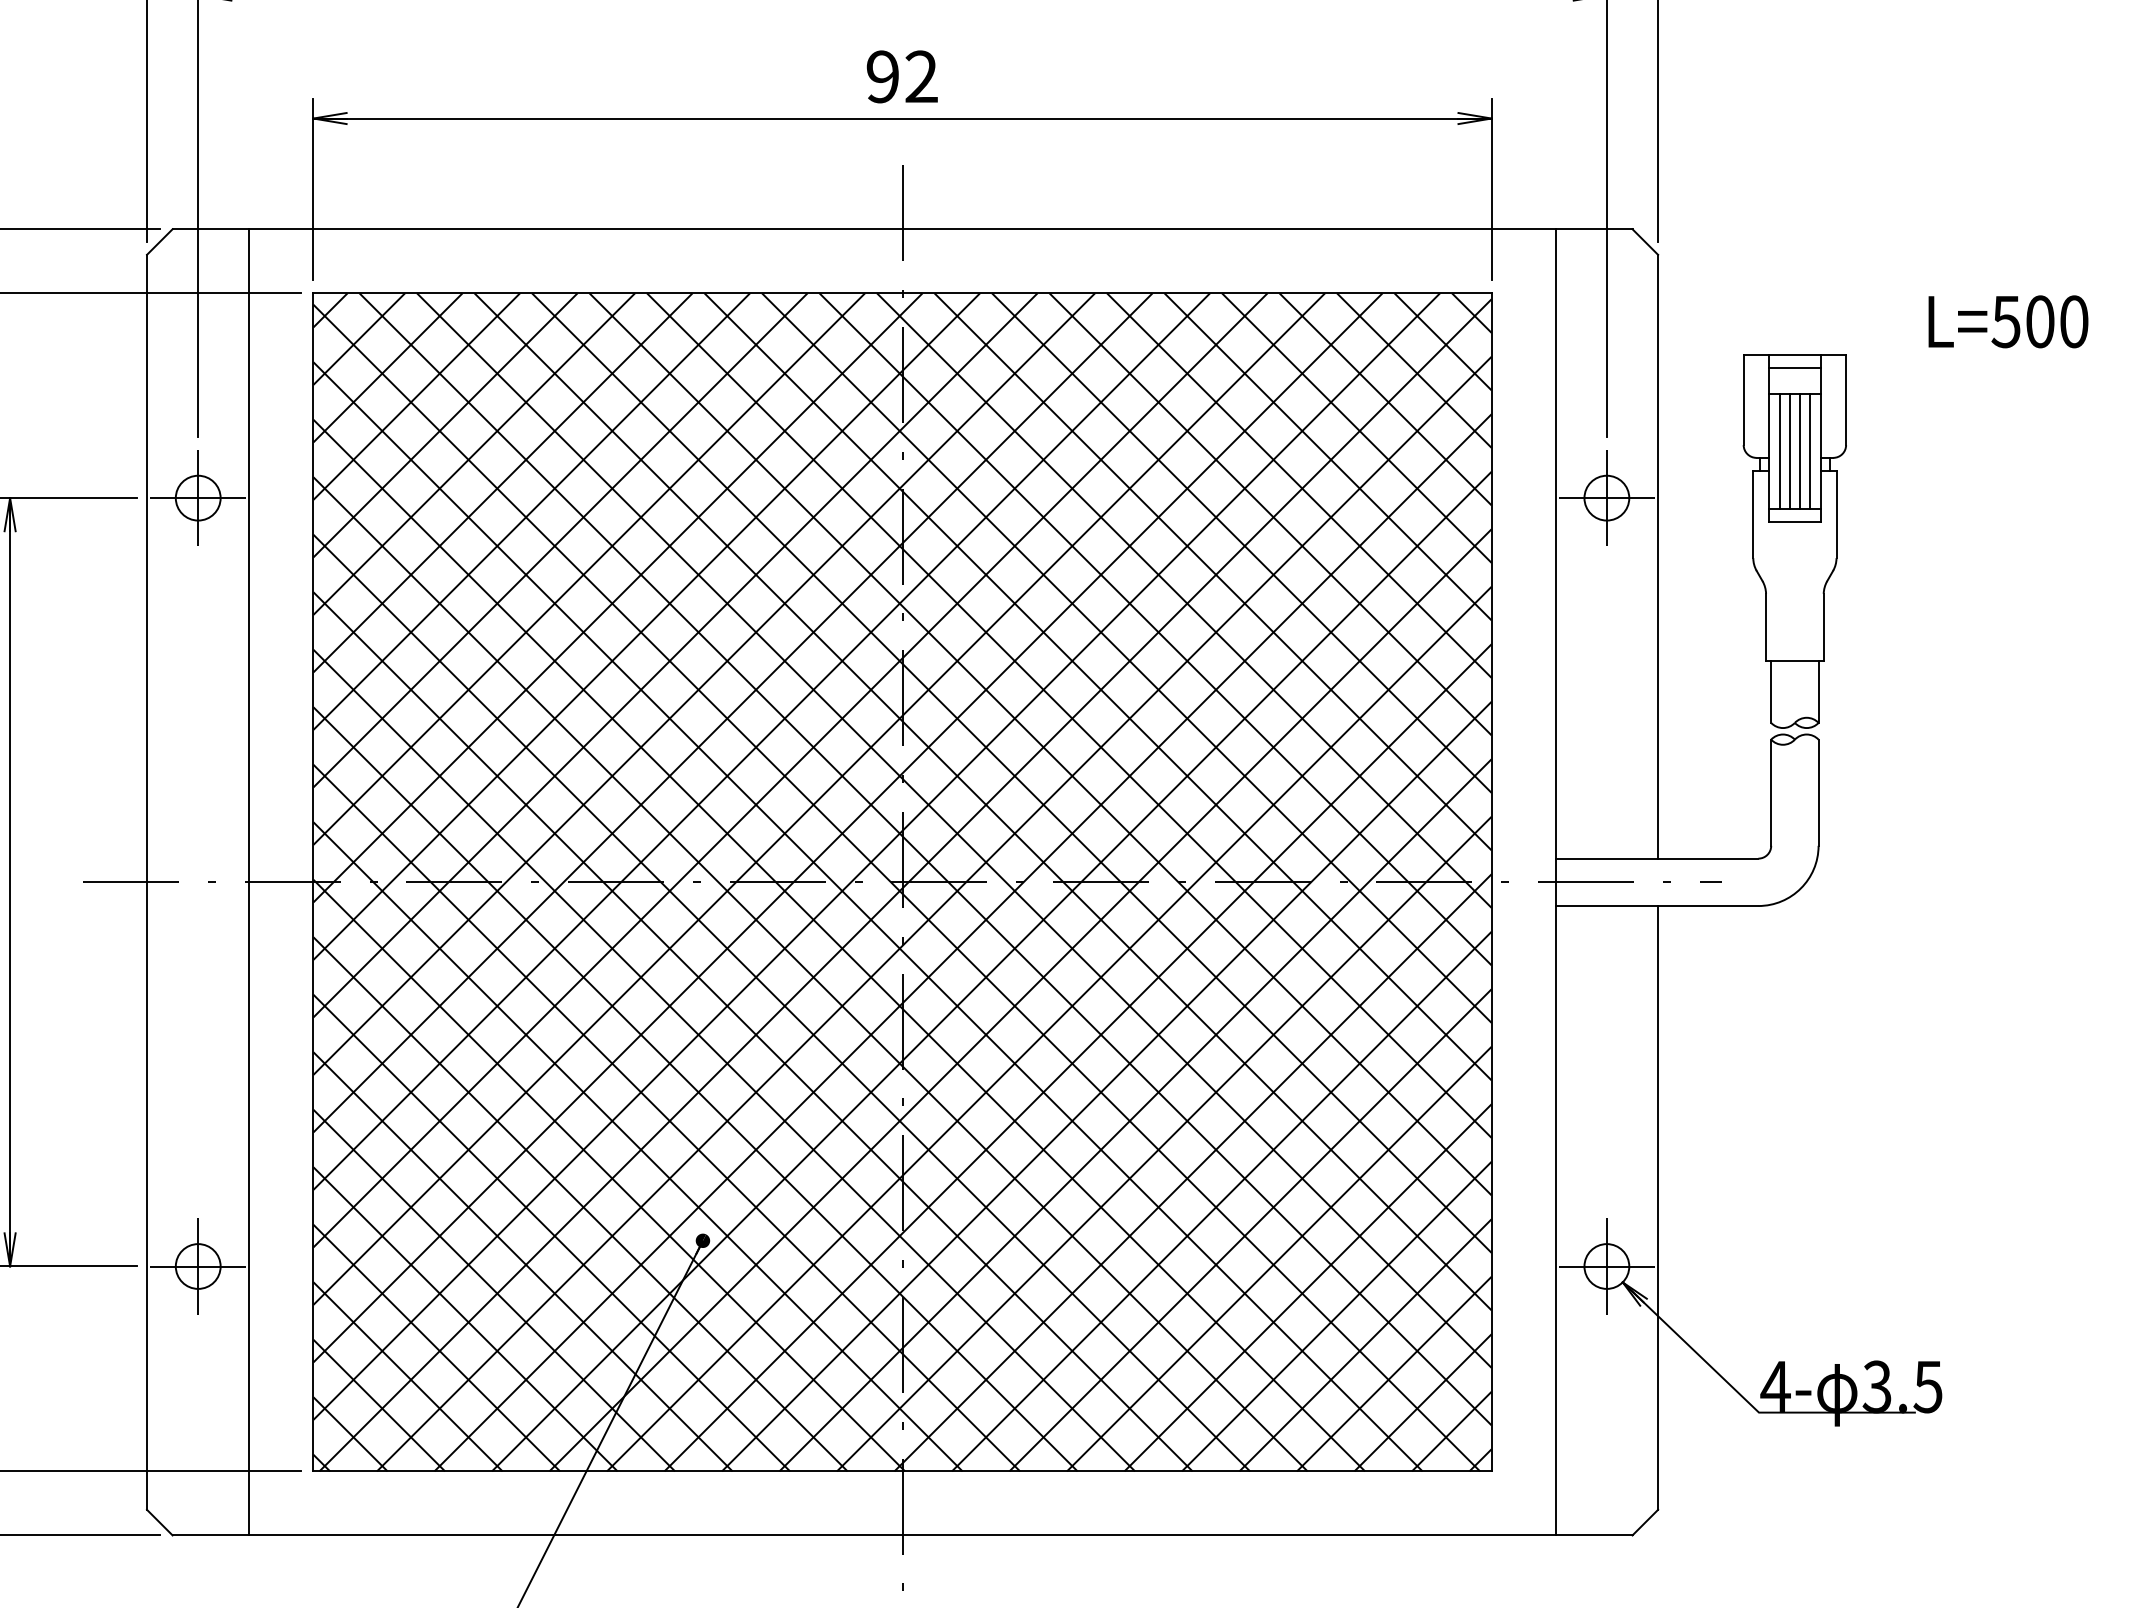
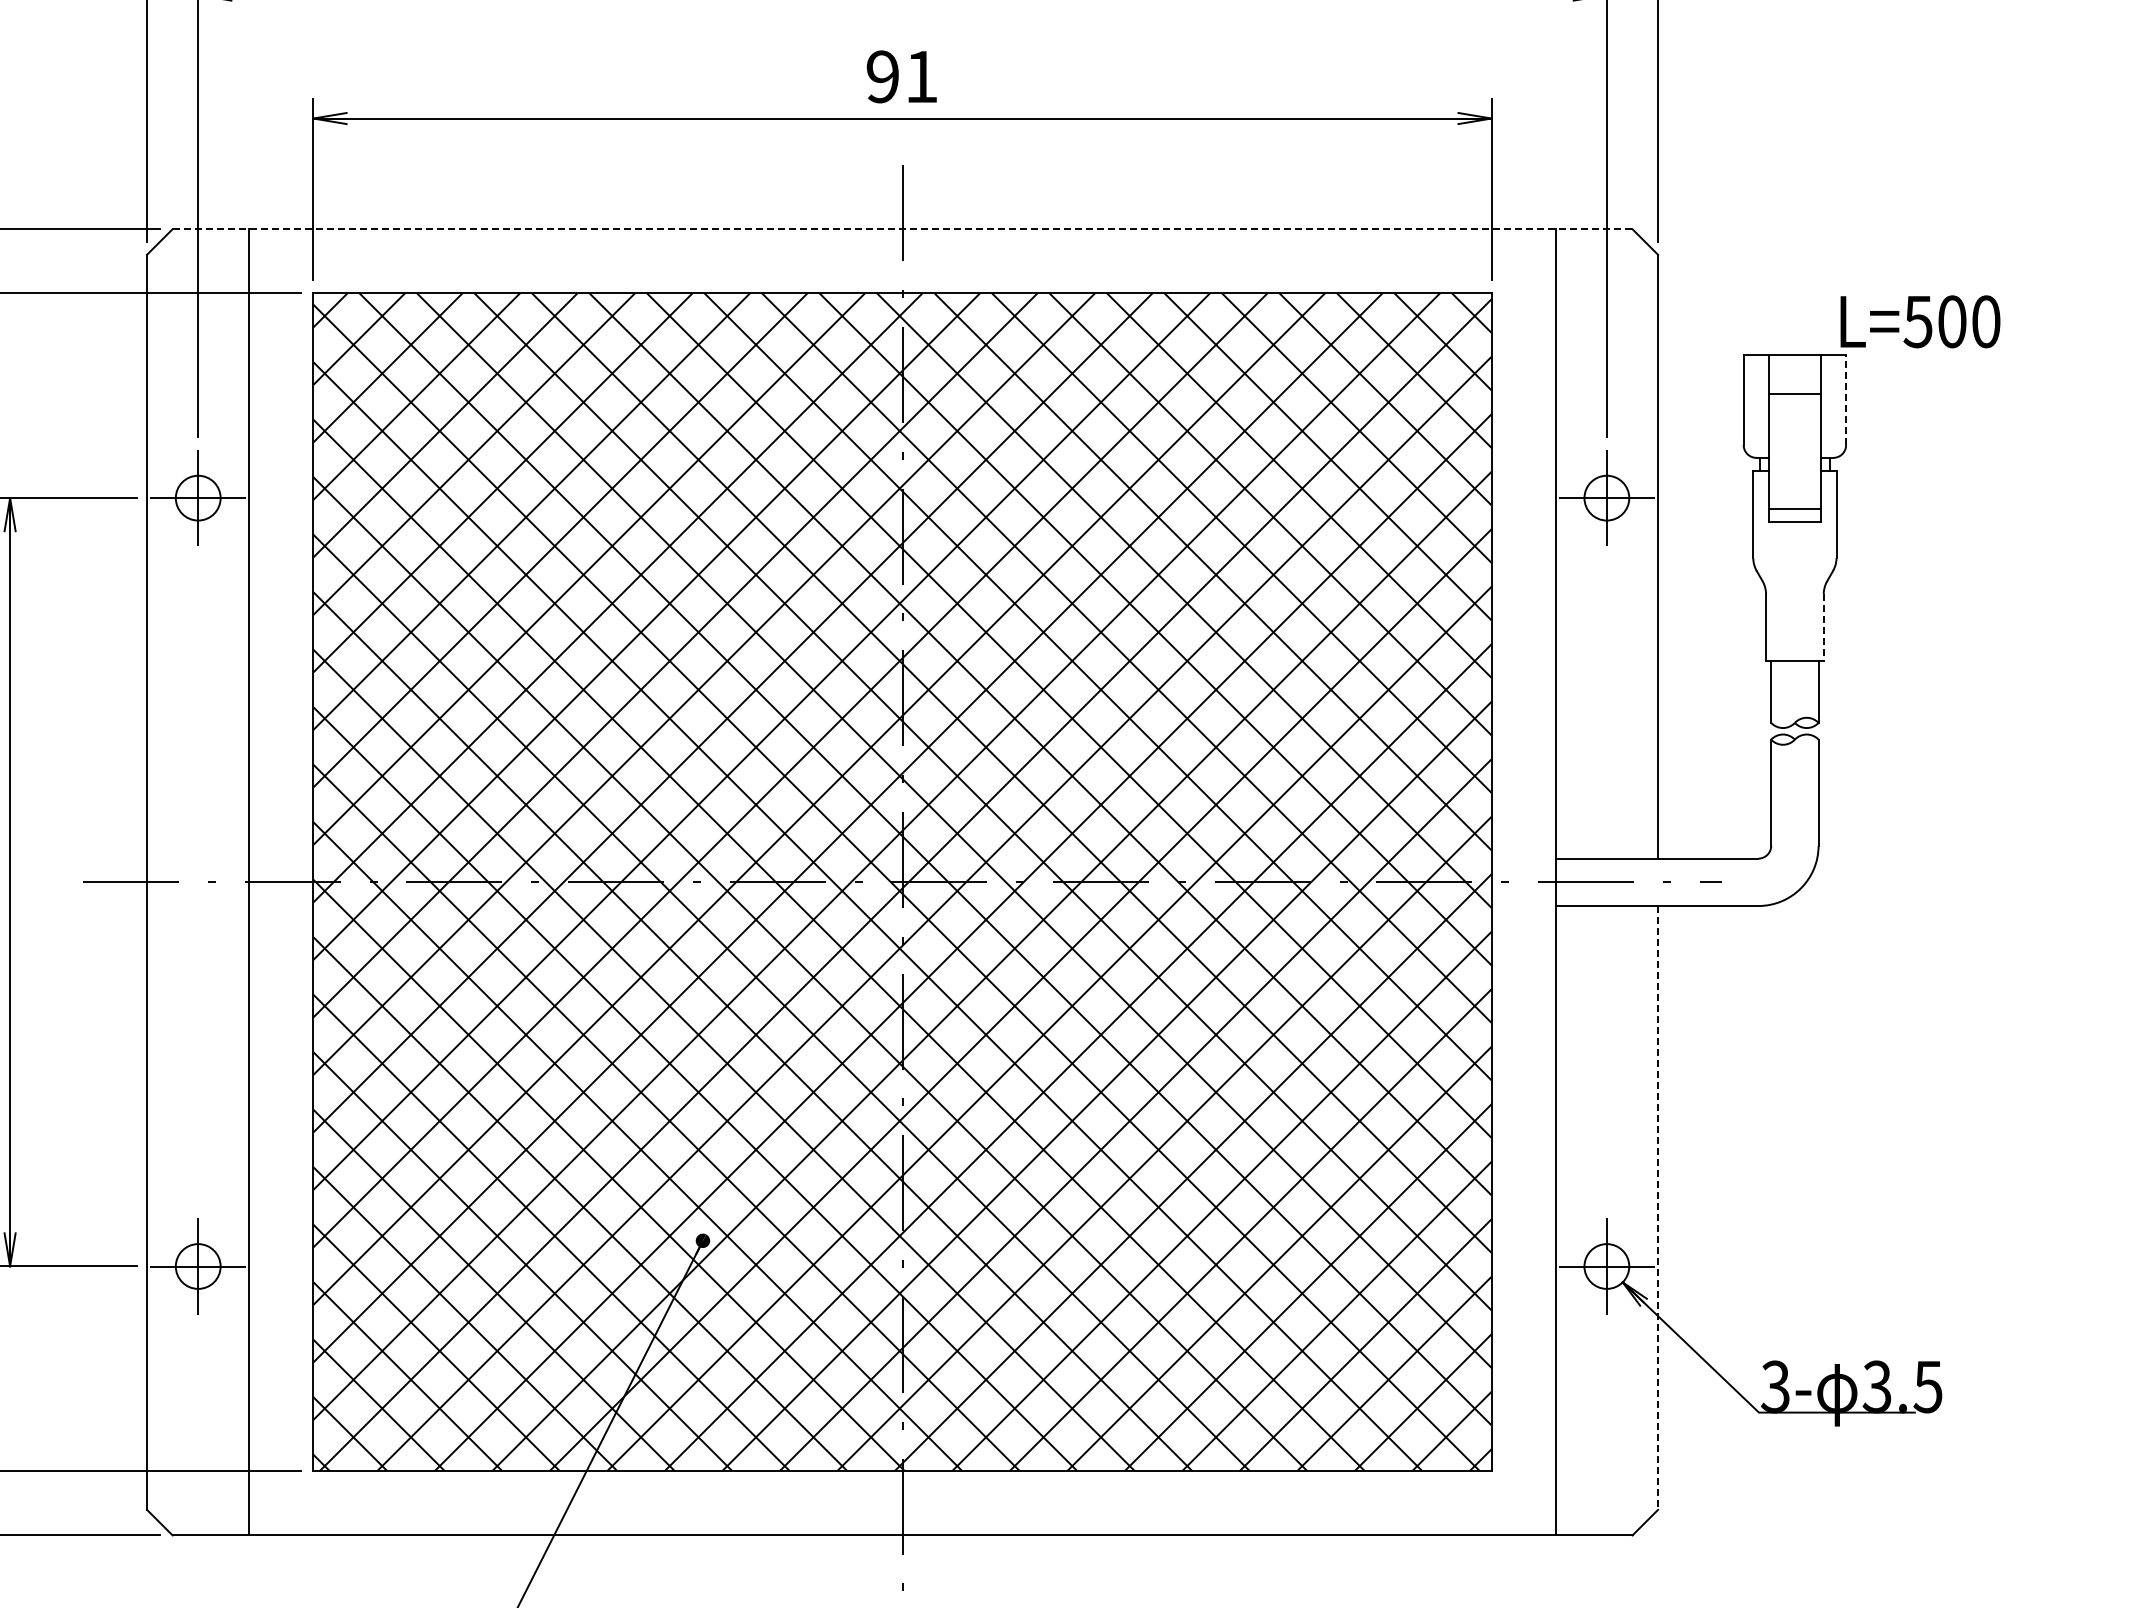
text at (921, 76): 92 -> 91
line at (902, 229): solid -> dashed
text at (2008, 321) position: (2008, 321) -> (1920, 321)
line at (1794, 368): present -> none
line at (1846, 400): solid -> dashed
line at (1779, 451): present -> none
line at (1789, 451): present -> none
line at (1800, 451): present -> none
line at (1810, 451): present -> none
line at (1823, 627): solid -> dashed
line at (1658, 1207): solid -> dashed
text at (1775, 1386): 4- -> 3-
